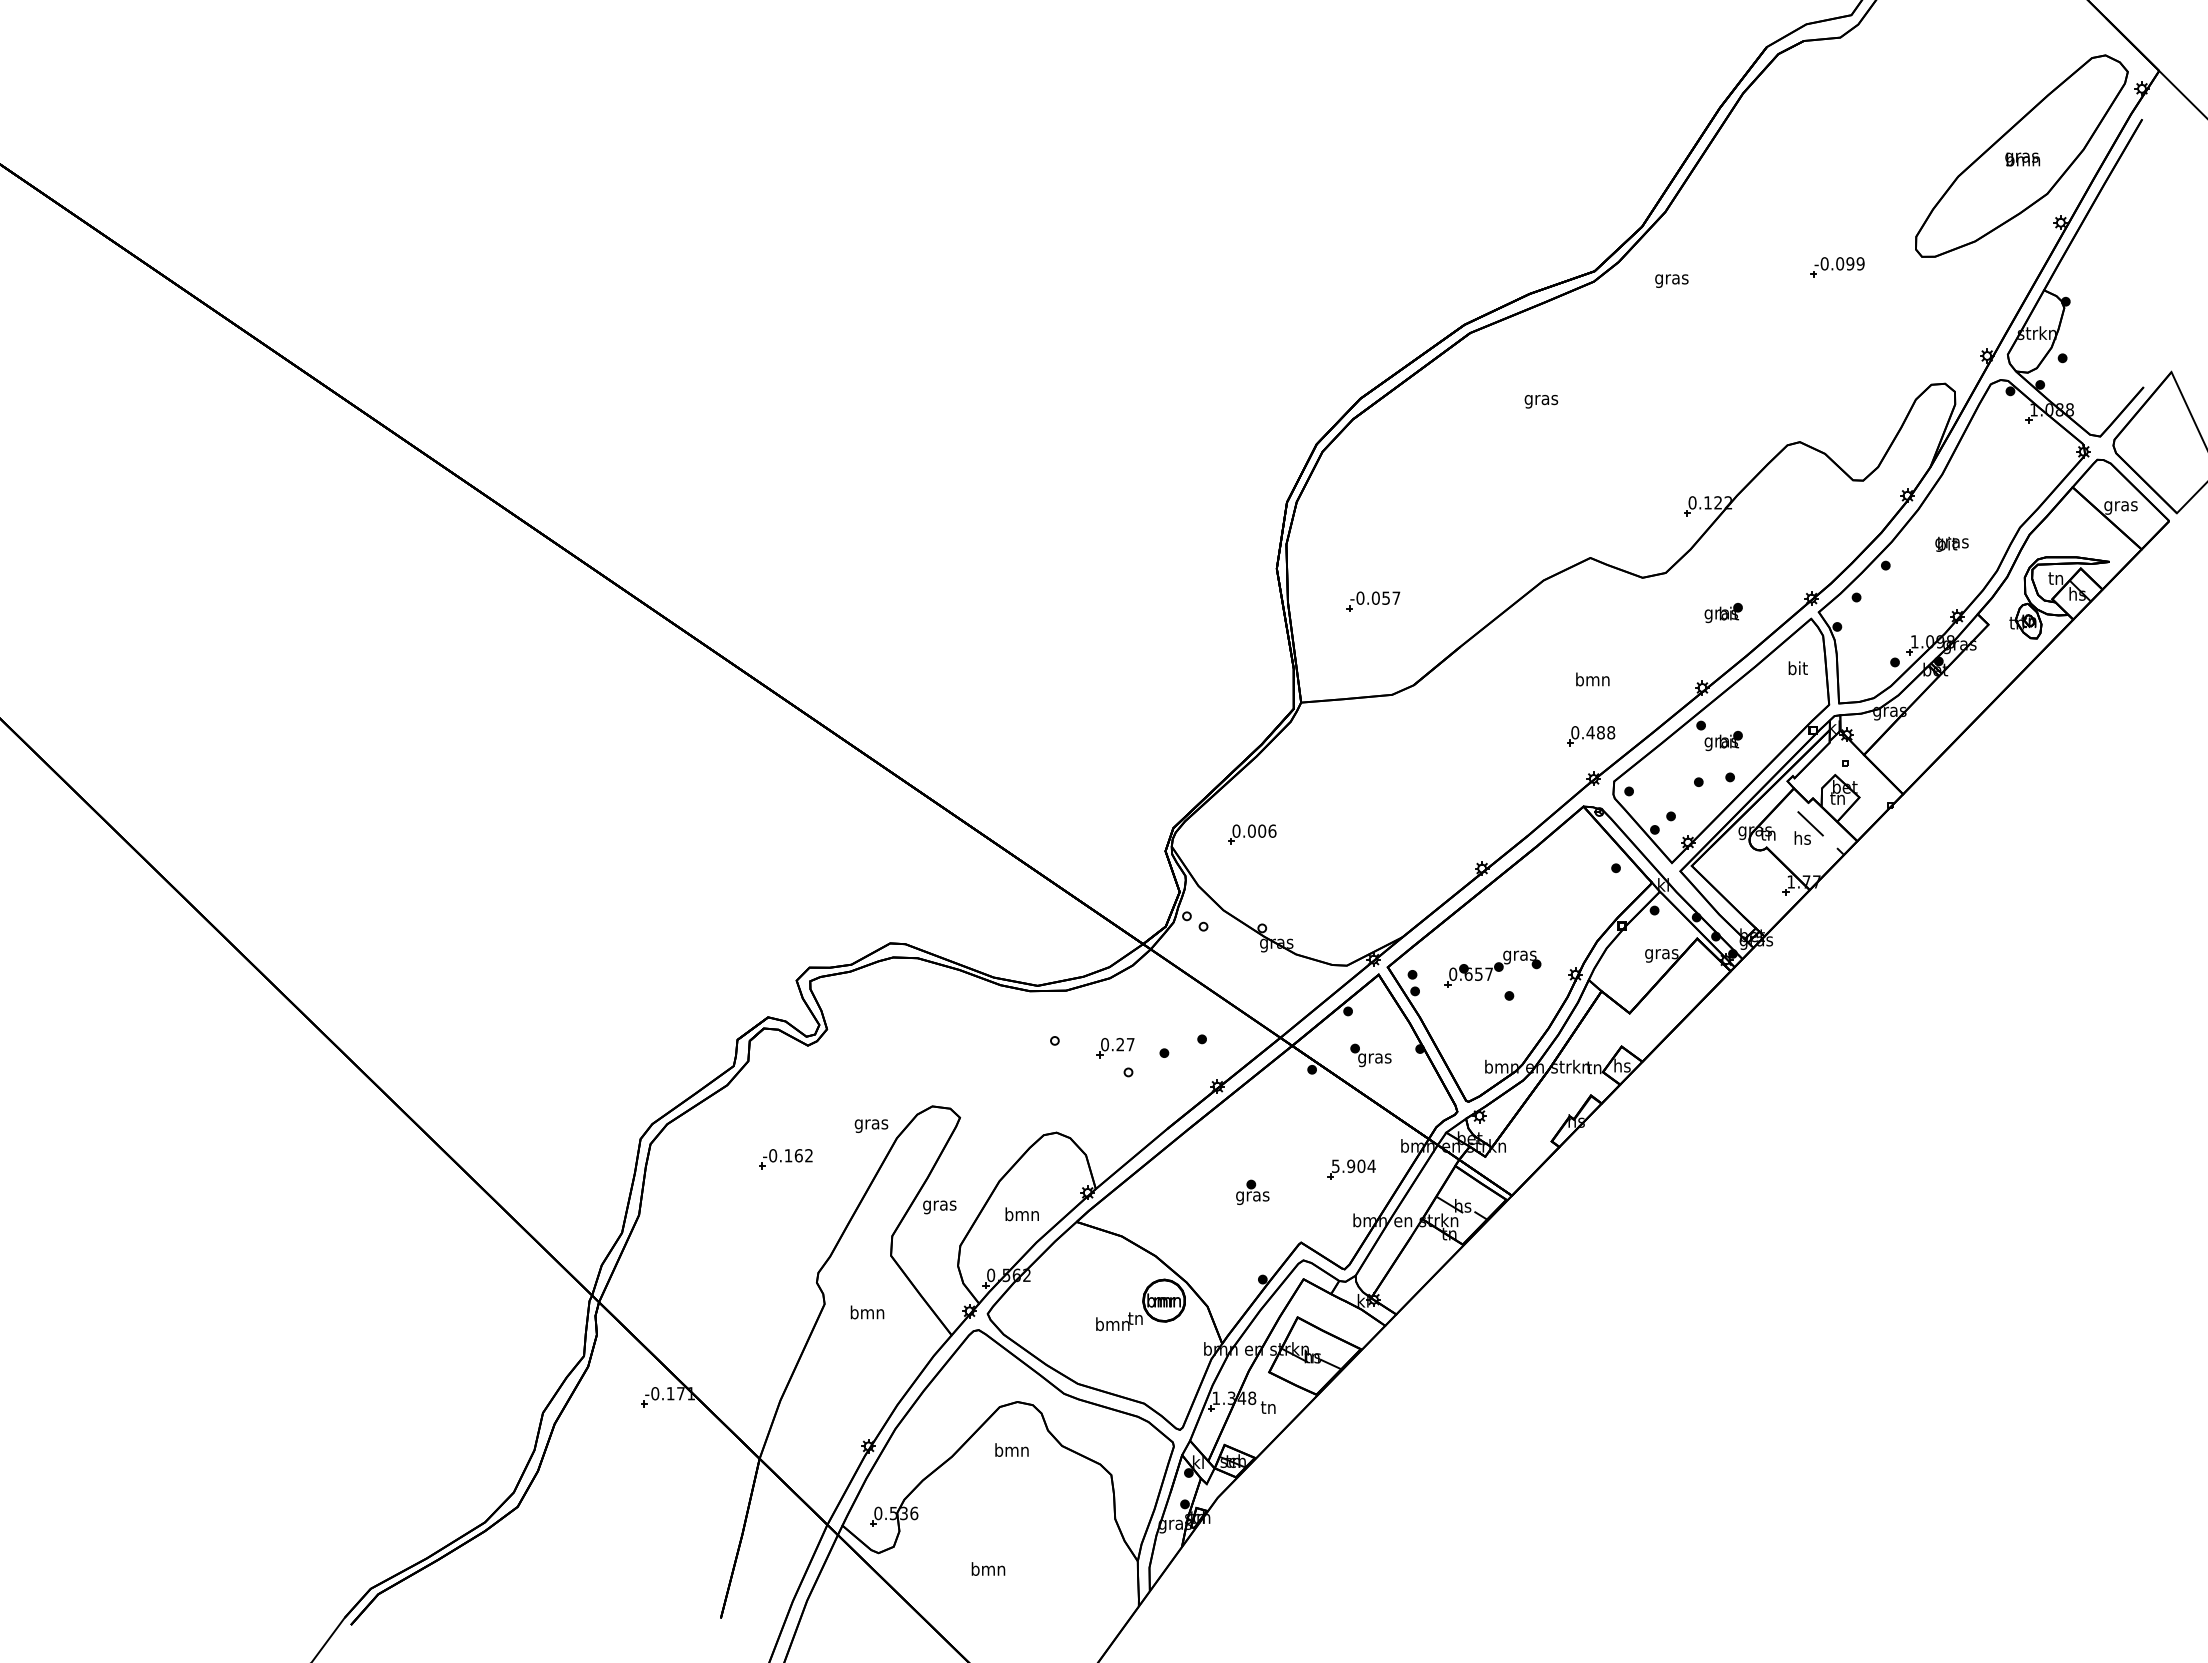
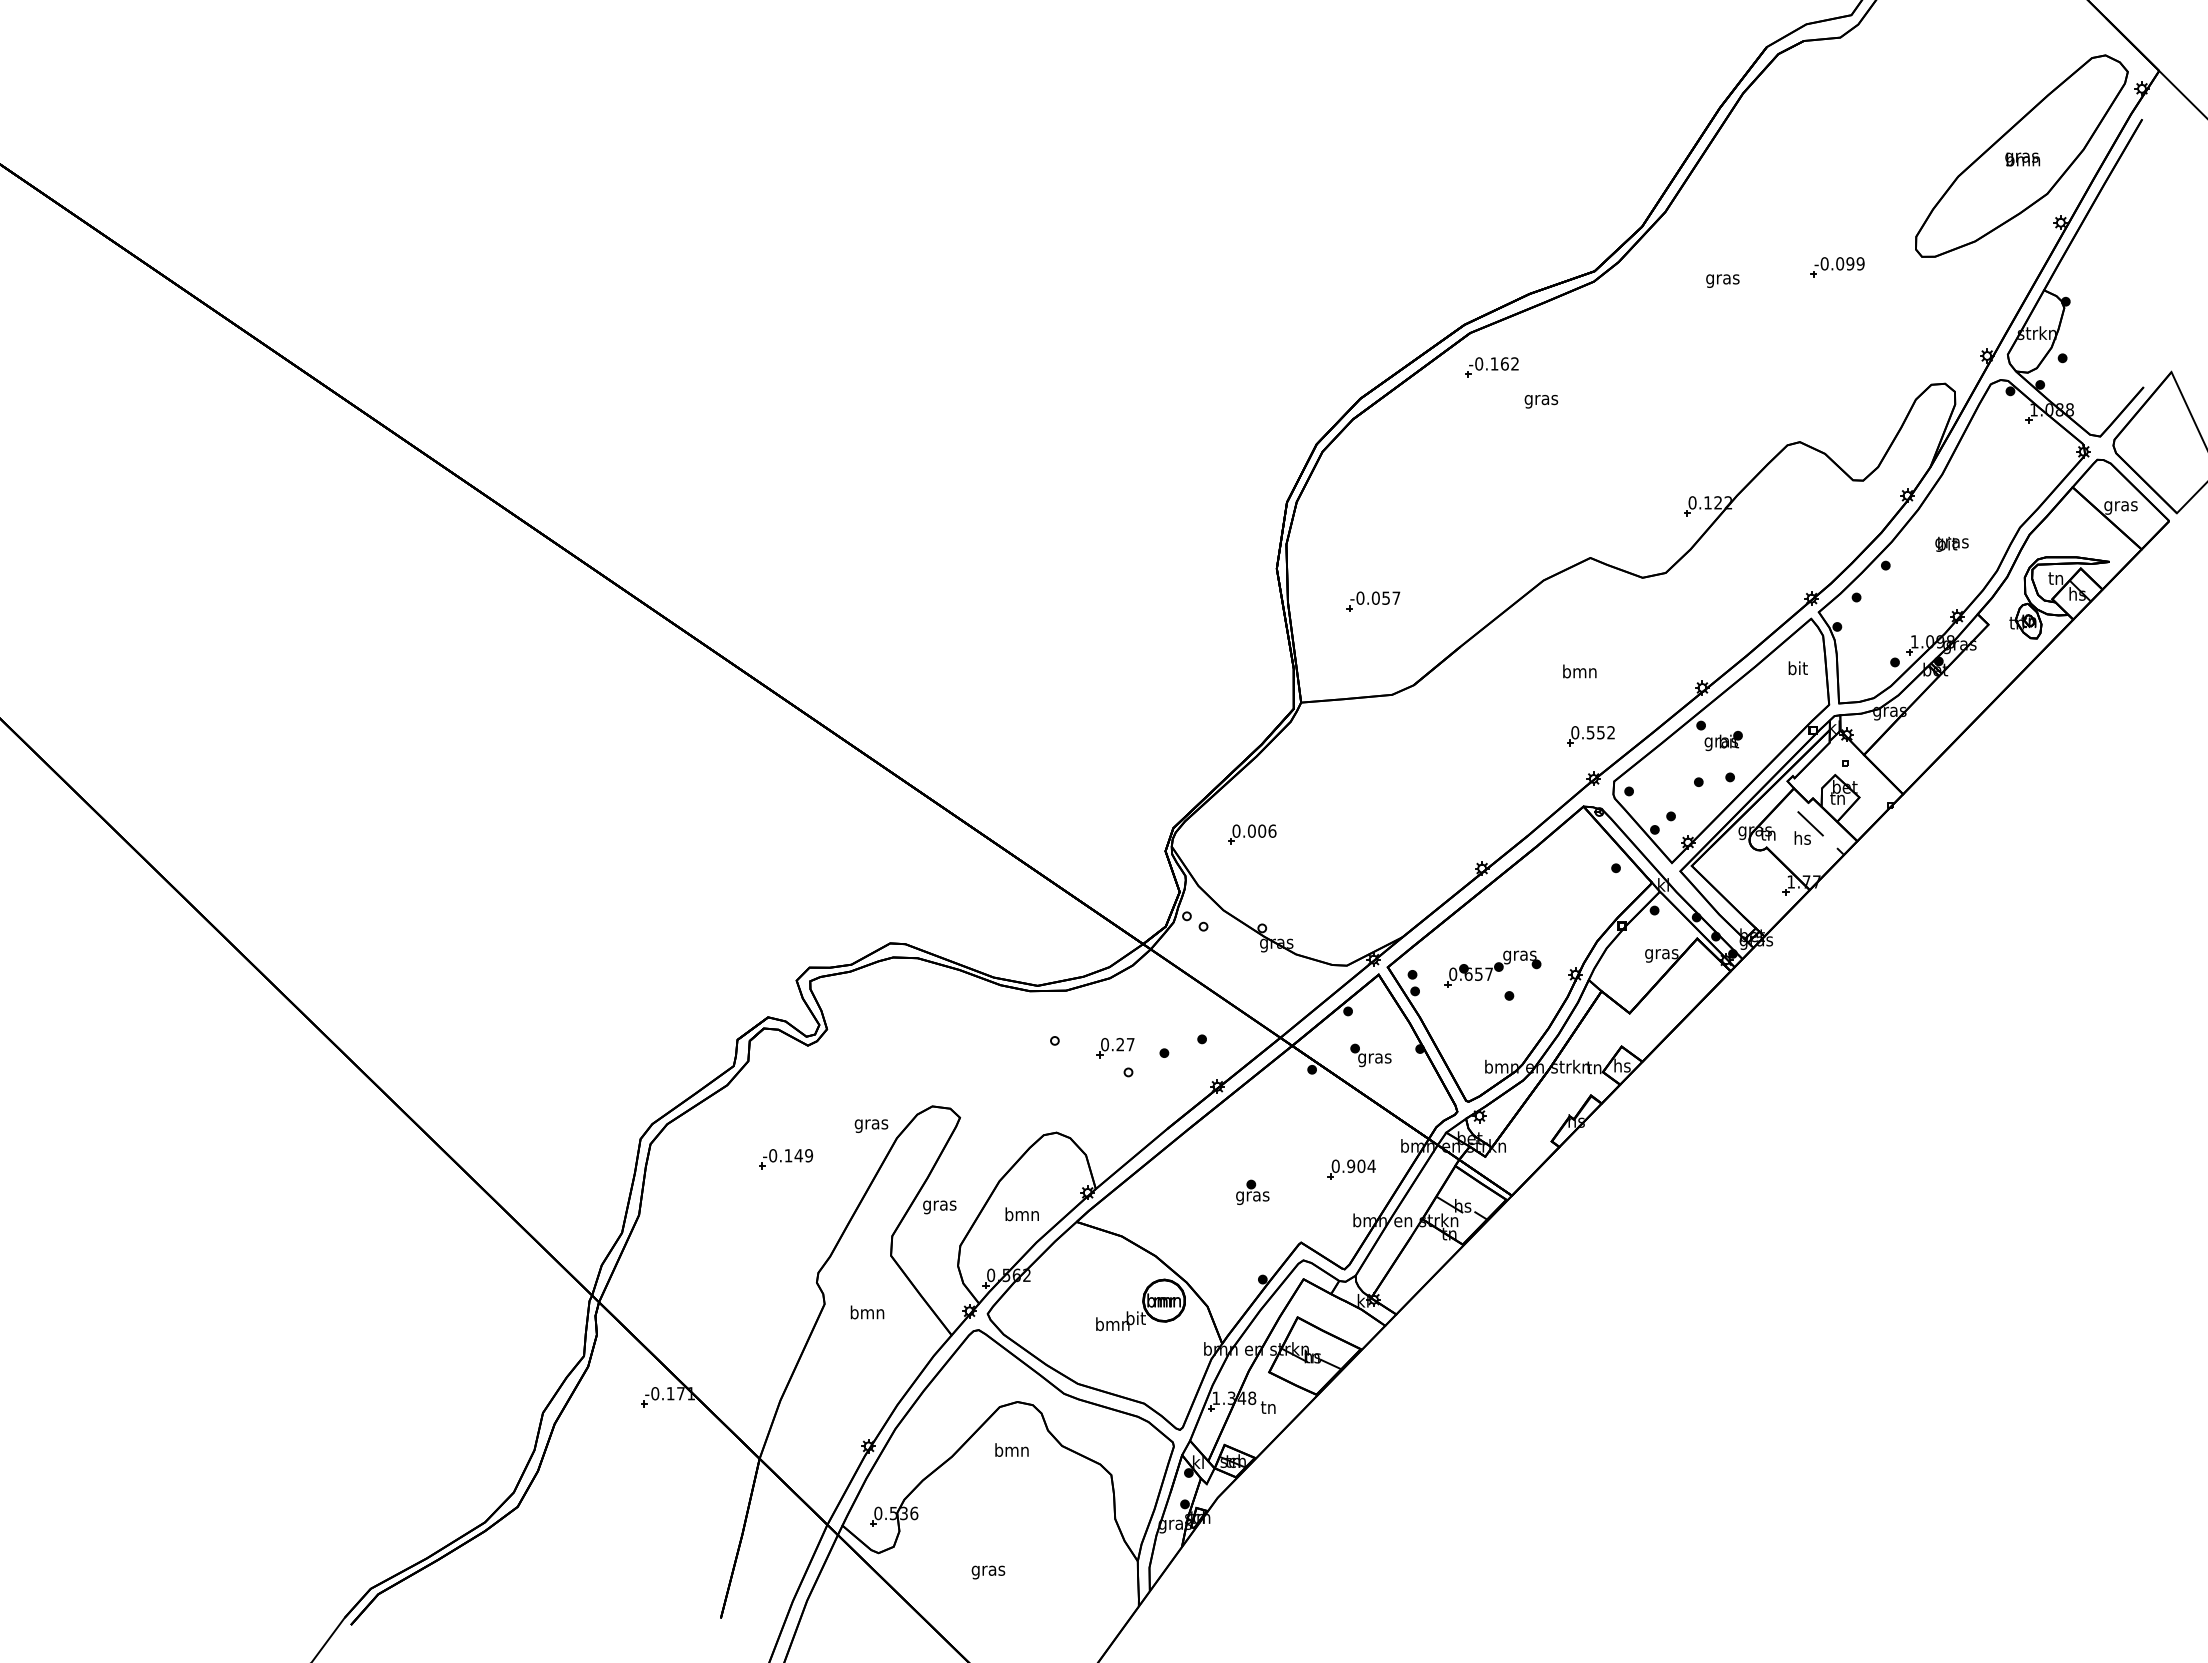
text at (1671, 280) position: (1671, 280) -> (1722, 280)
part at (1491, 367): none -> present
part at (1723, 612): present -> none
text at (1592, 679) position: (1592, 679) -> (1579, 671)
text at (1600, 732): 0.488 -> 0.552
text at (803, 1155): -0.162 -> -0.149
text at (1335, 1165): 5.904 -> 0.904
text at (1135, 1318): tn -> bit
text at (988, 1570): bmn -> gras
